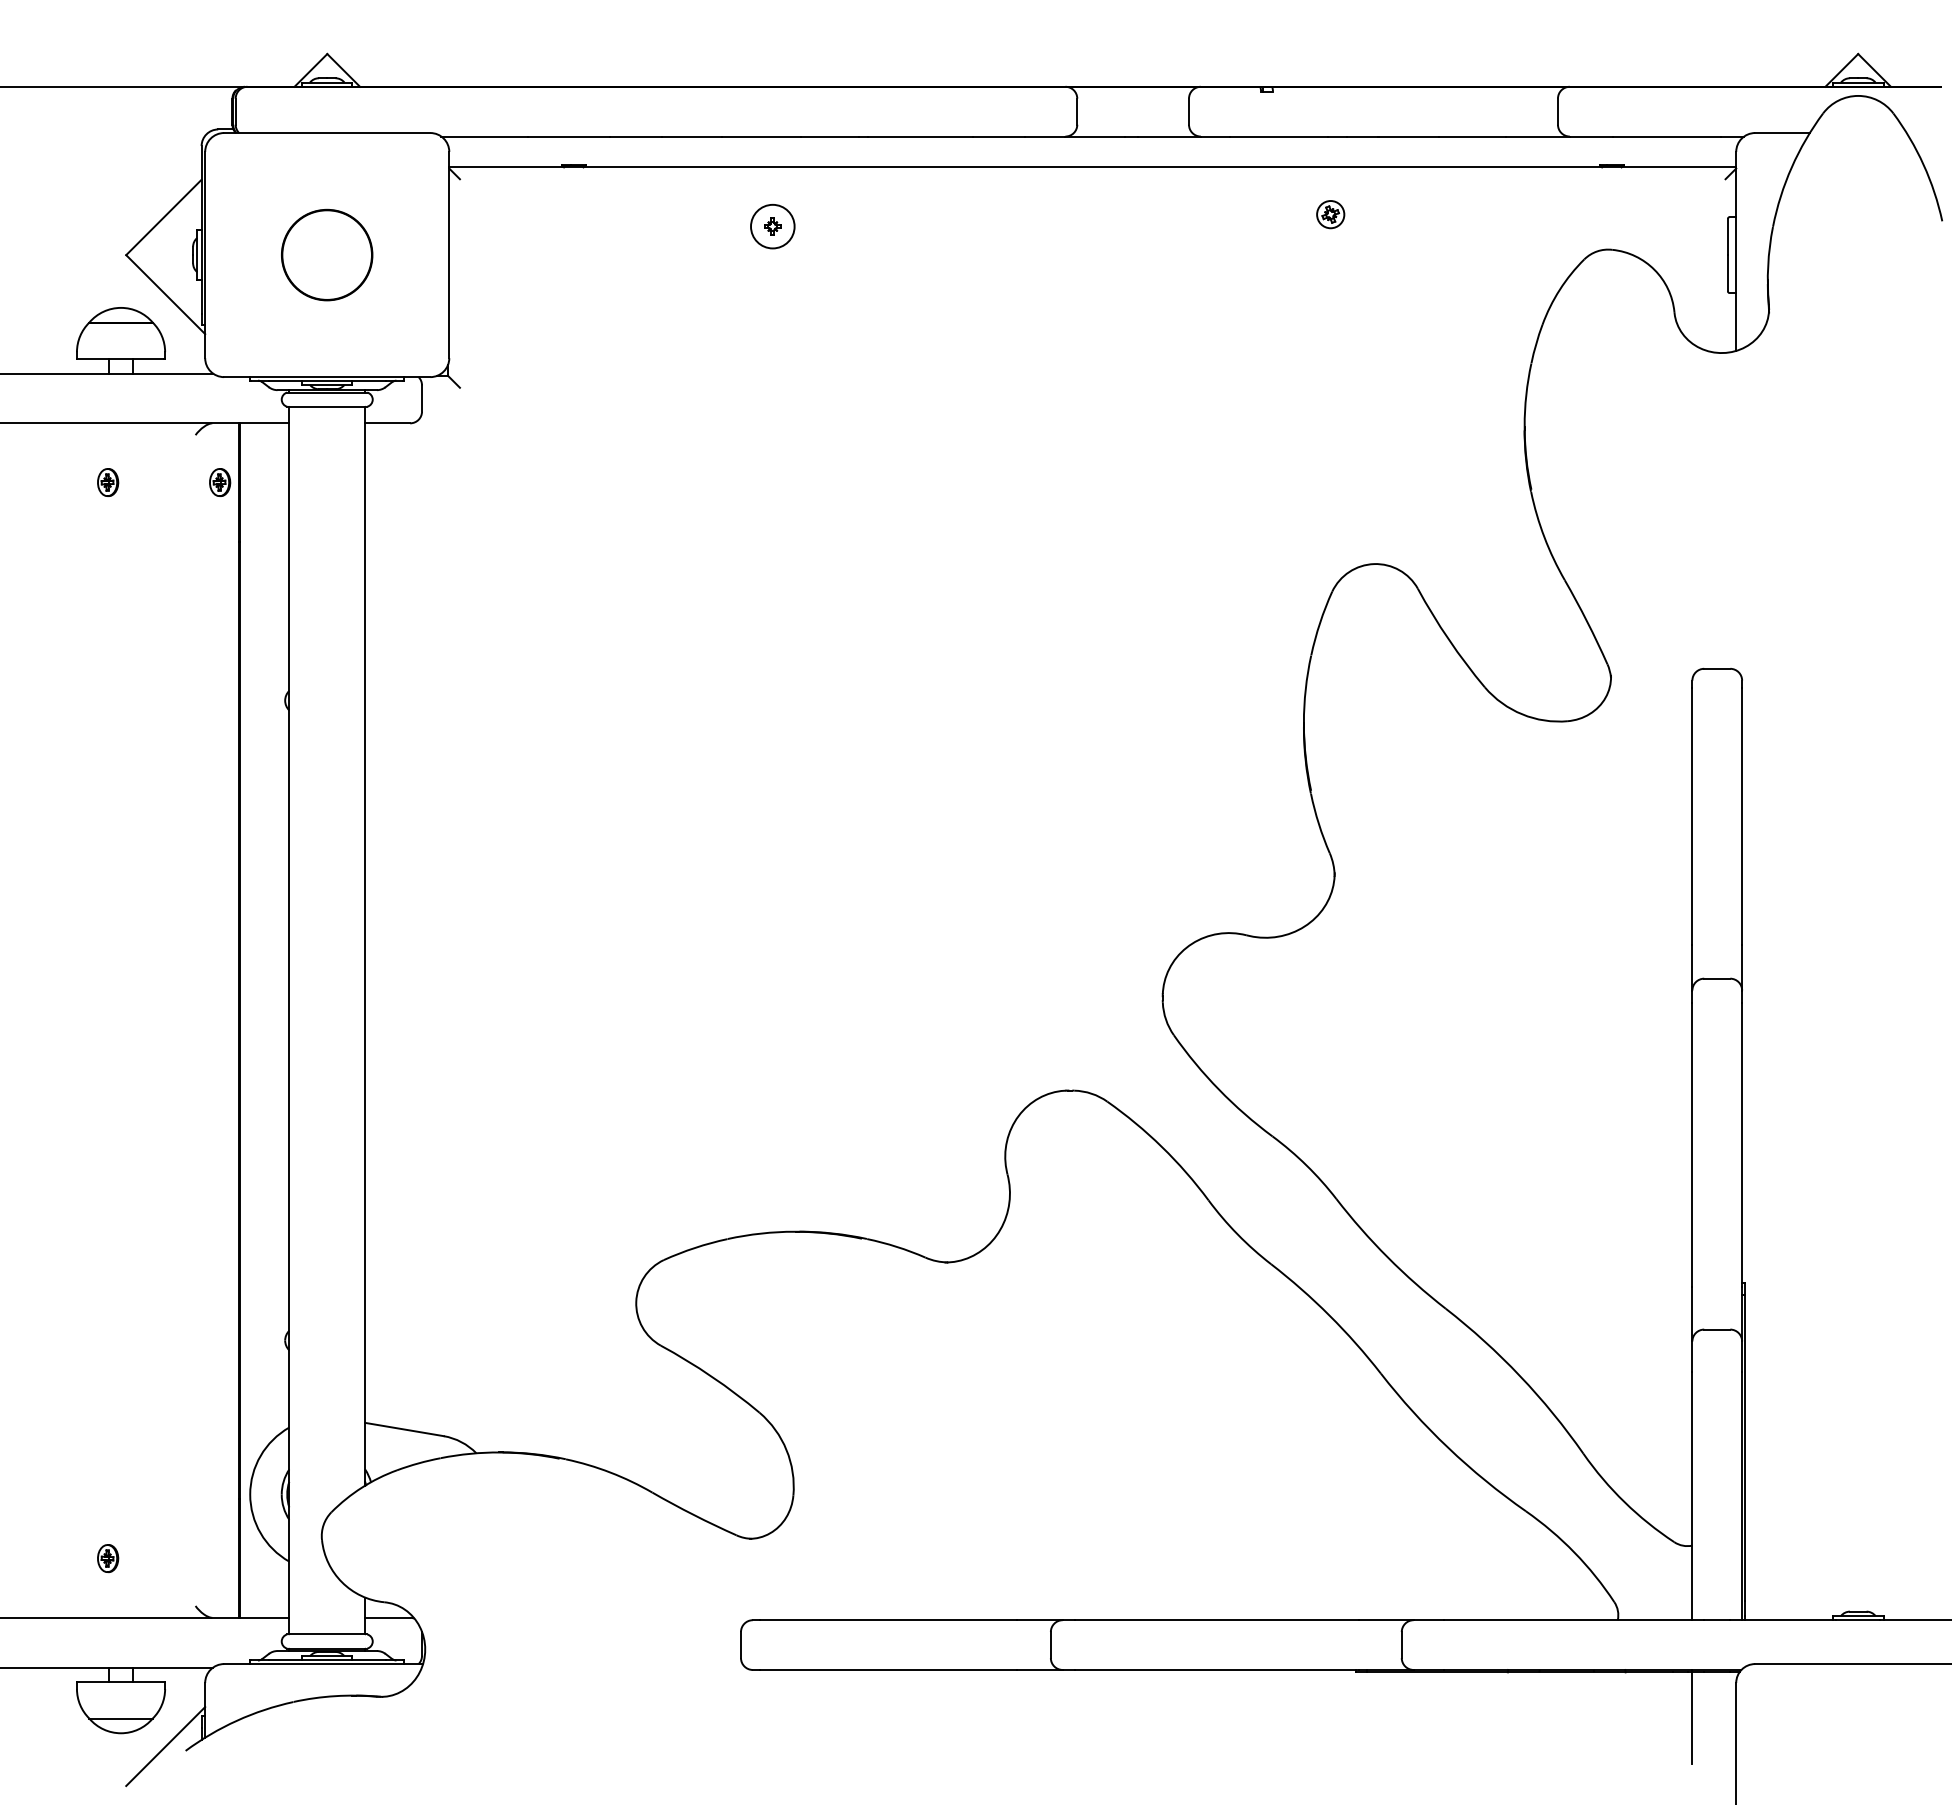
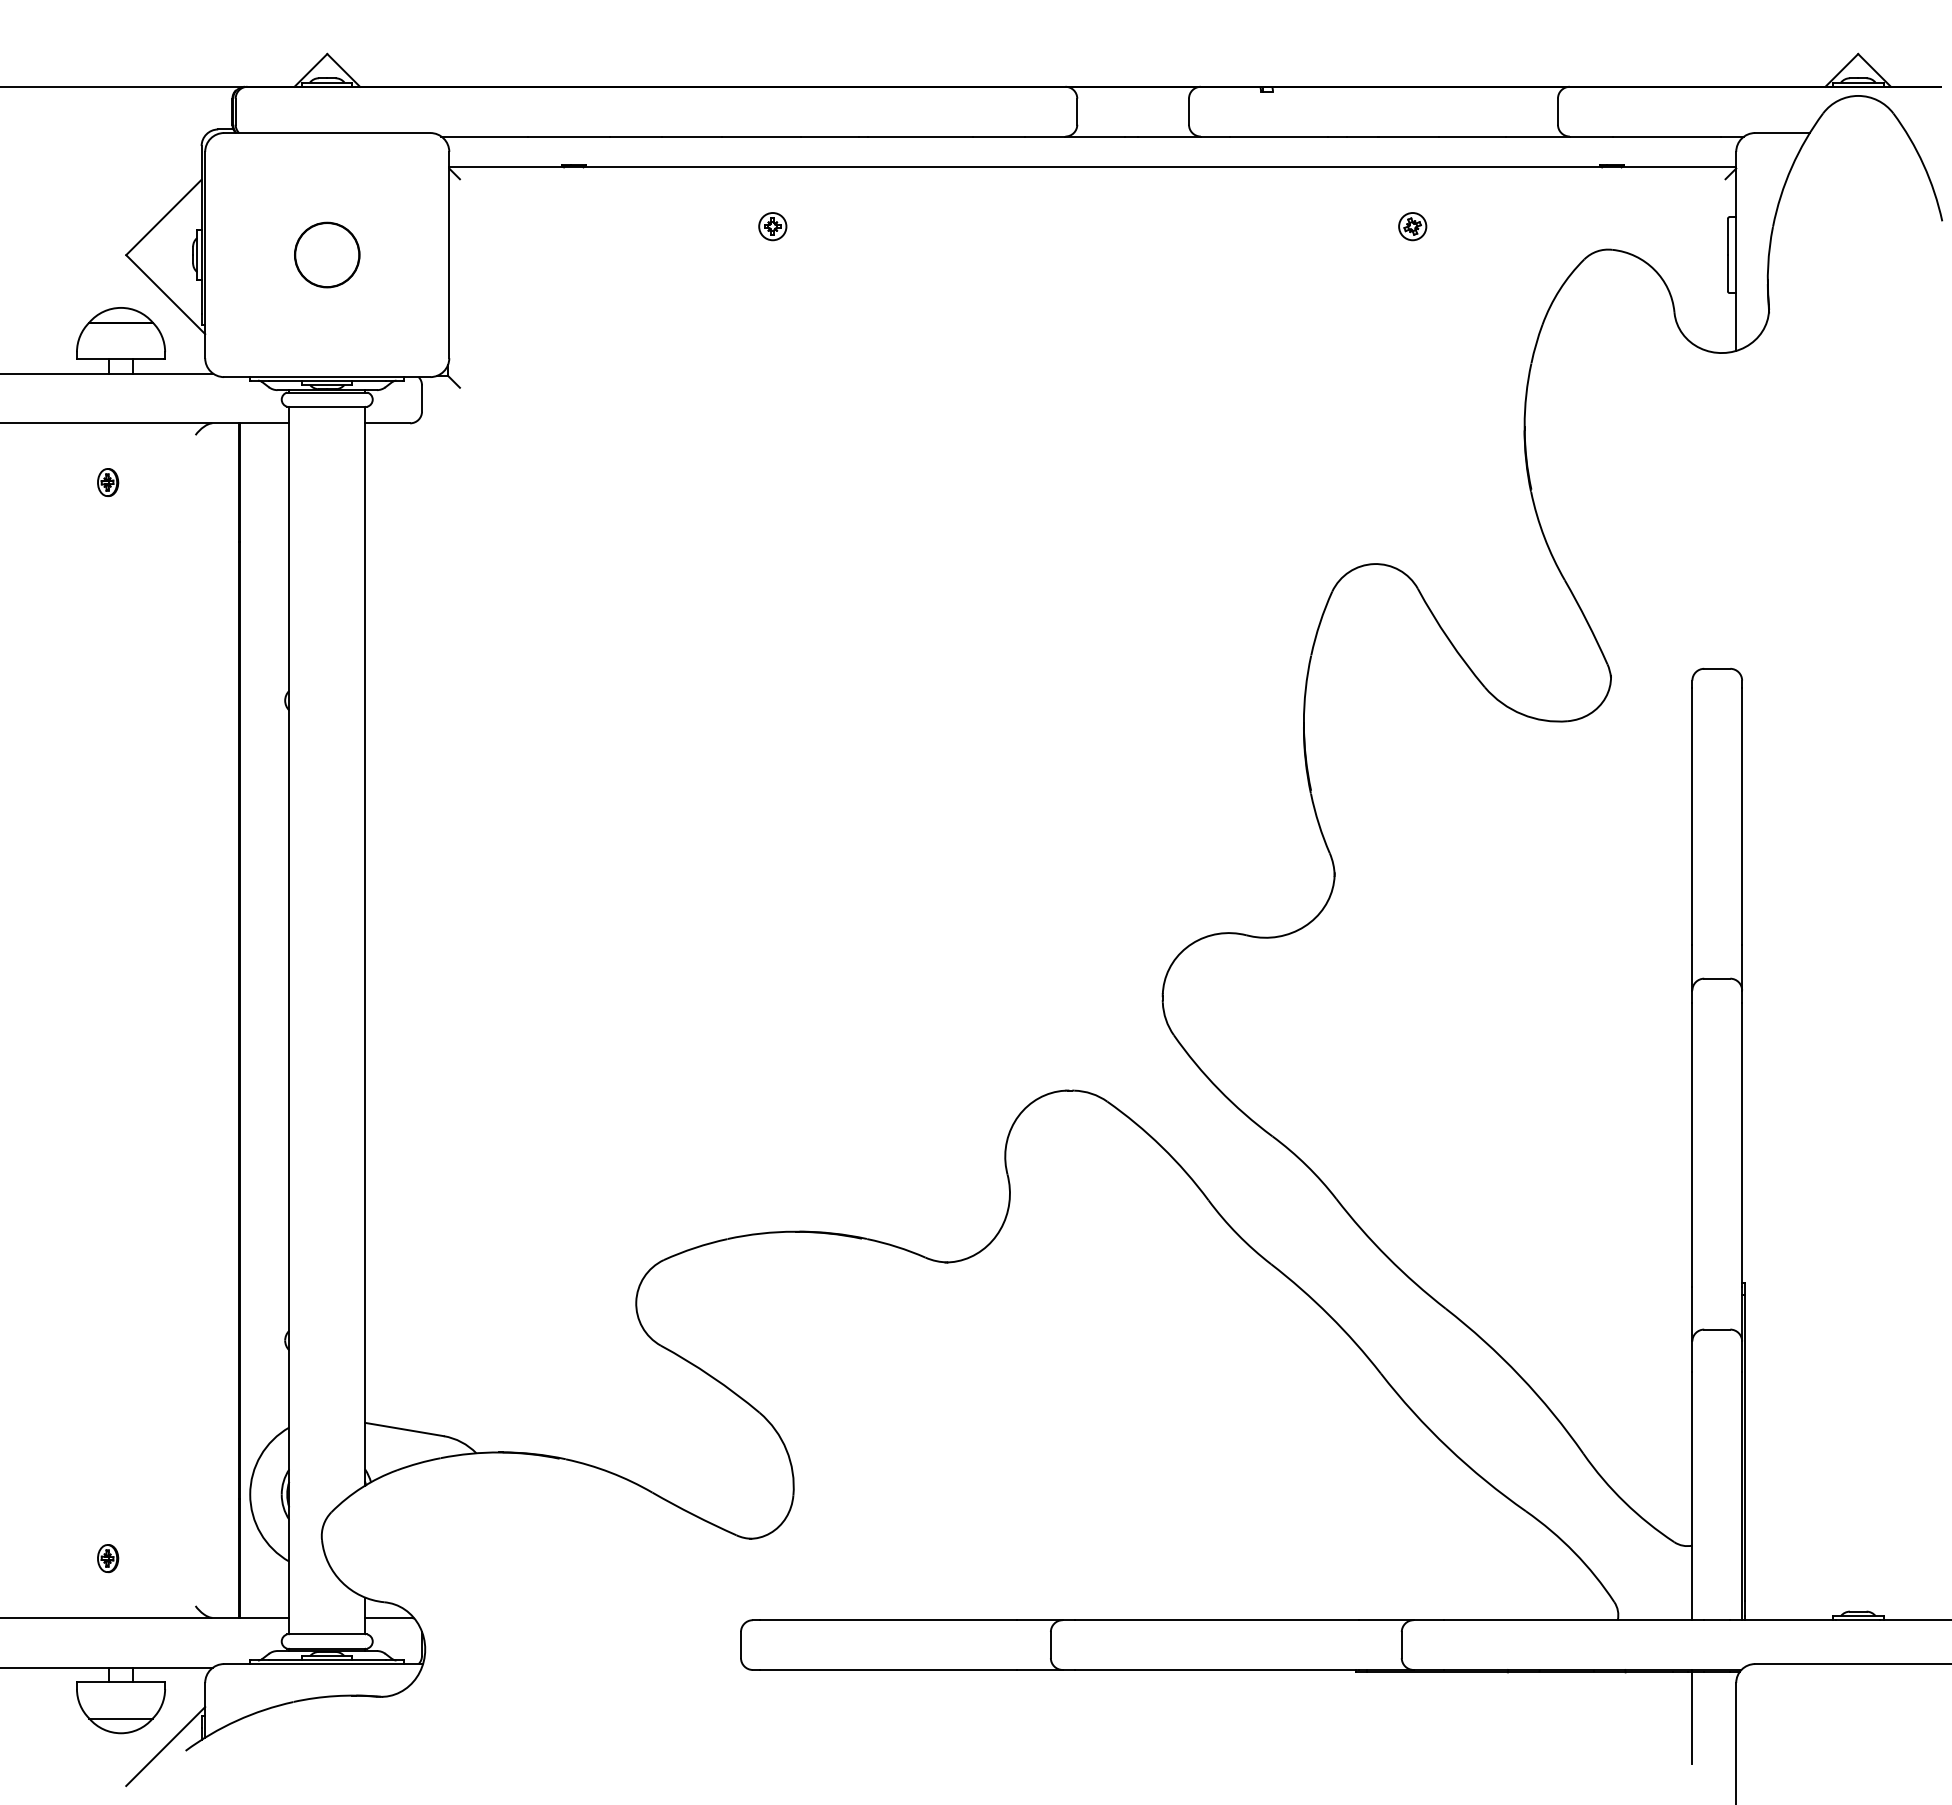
part at (1330, 214) position: (1330, 214) -> (1412, 226)
circle at (772, 226) diameter: 44 px -> 27 px
part at (327, 254) size: 93x94 px -> 67x68 px
part at (220, 482): present -> none
